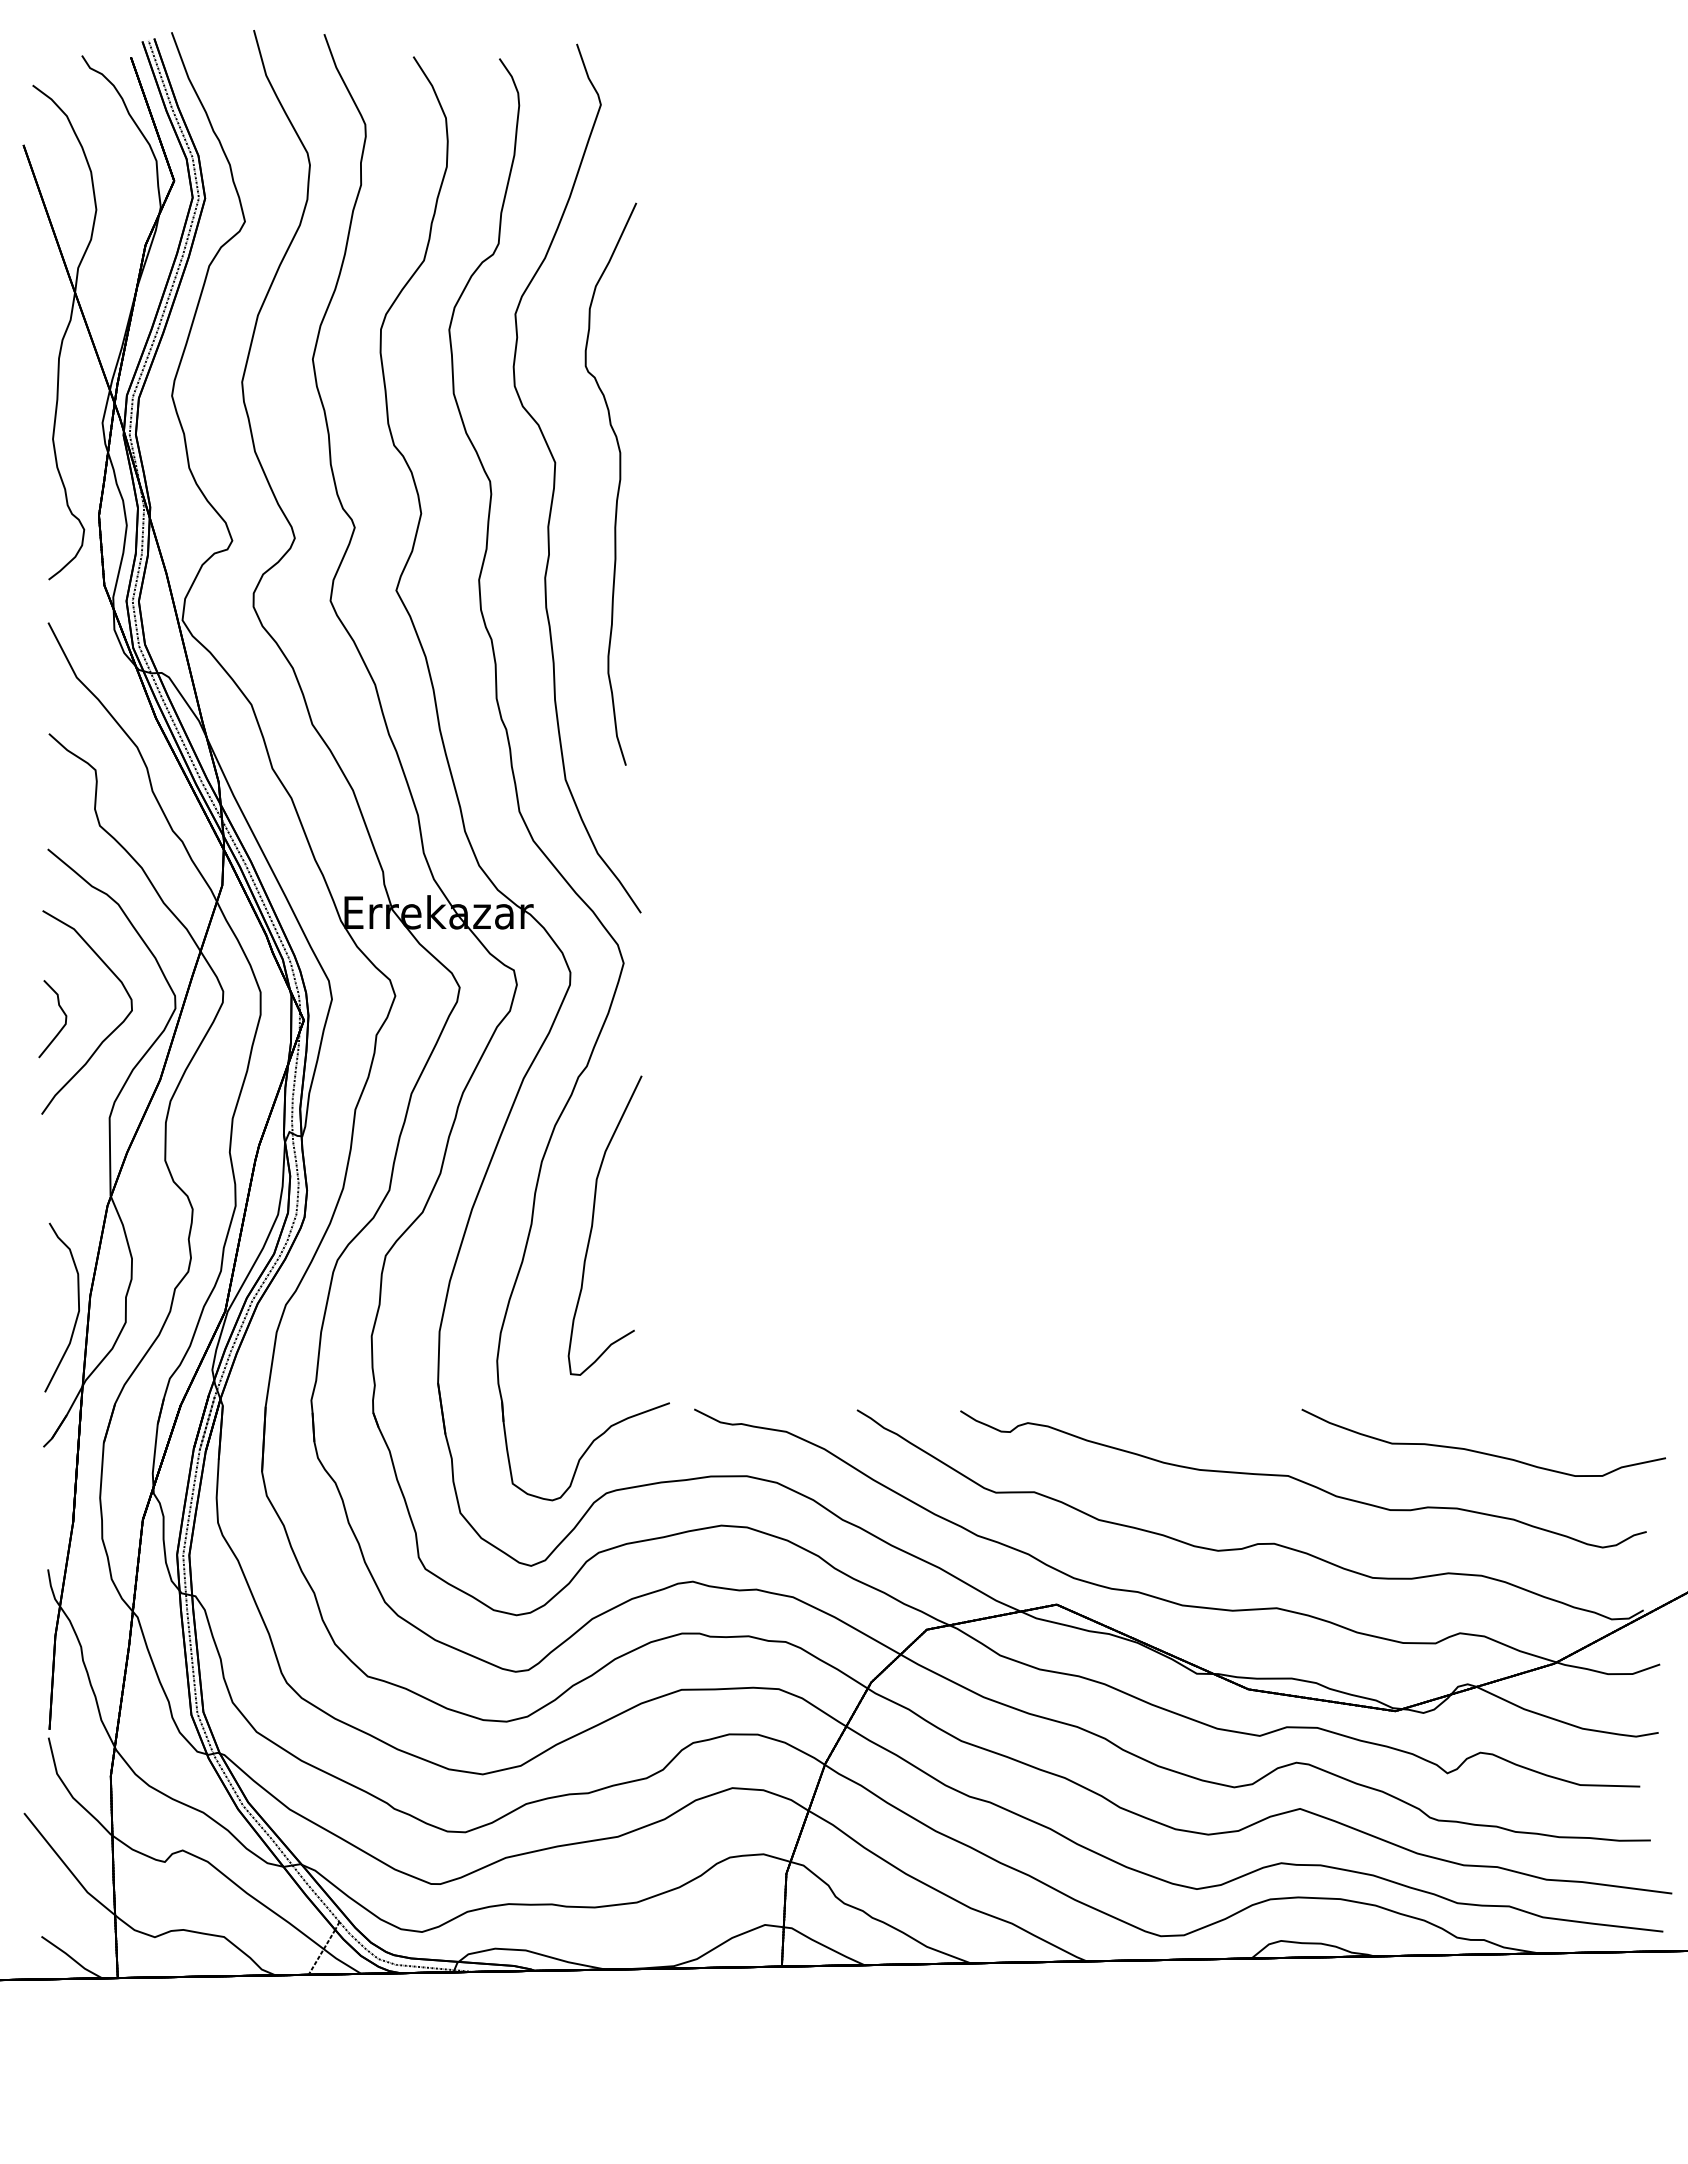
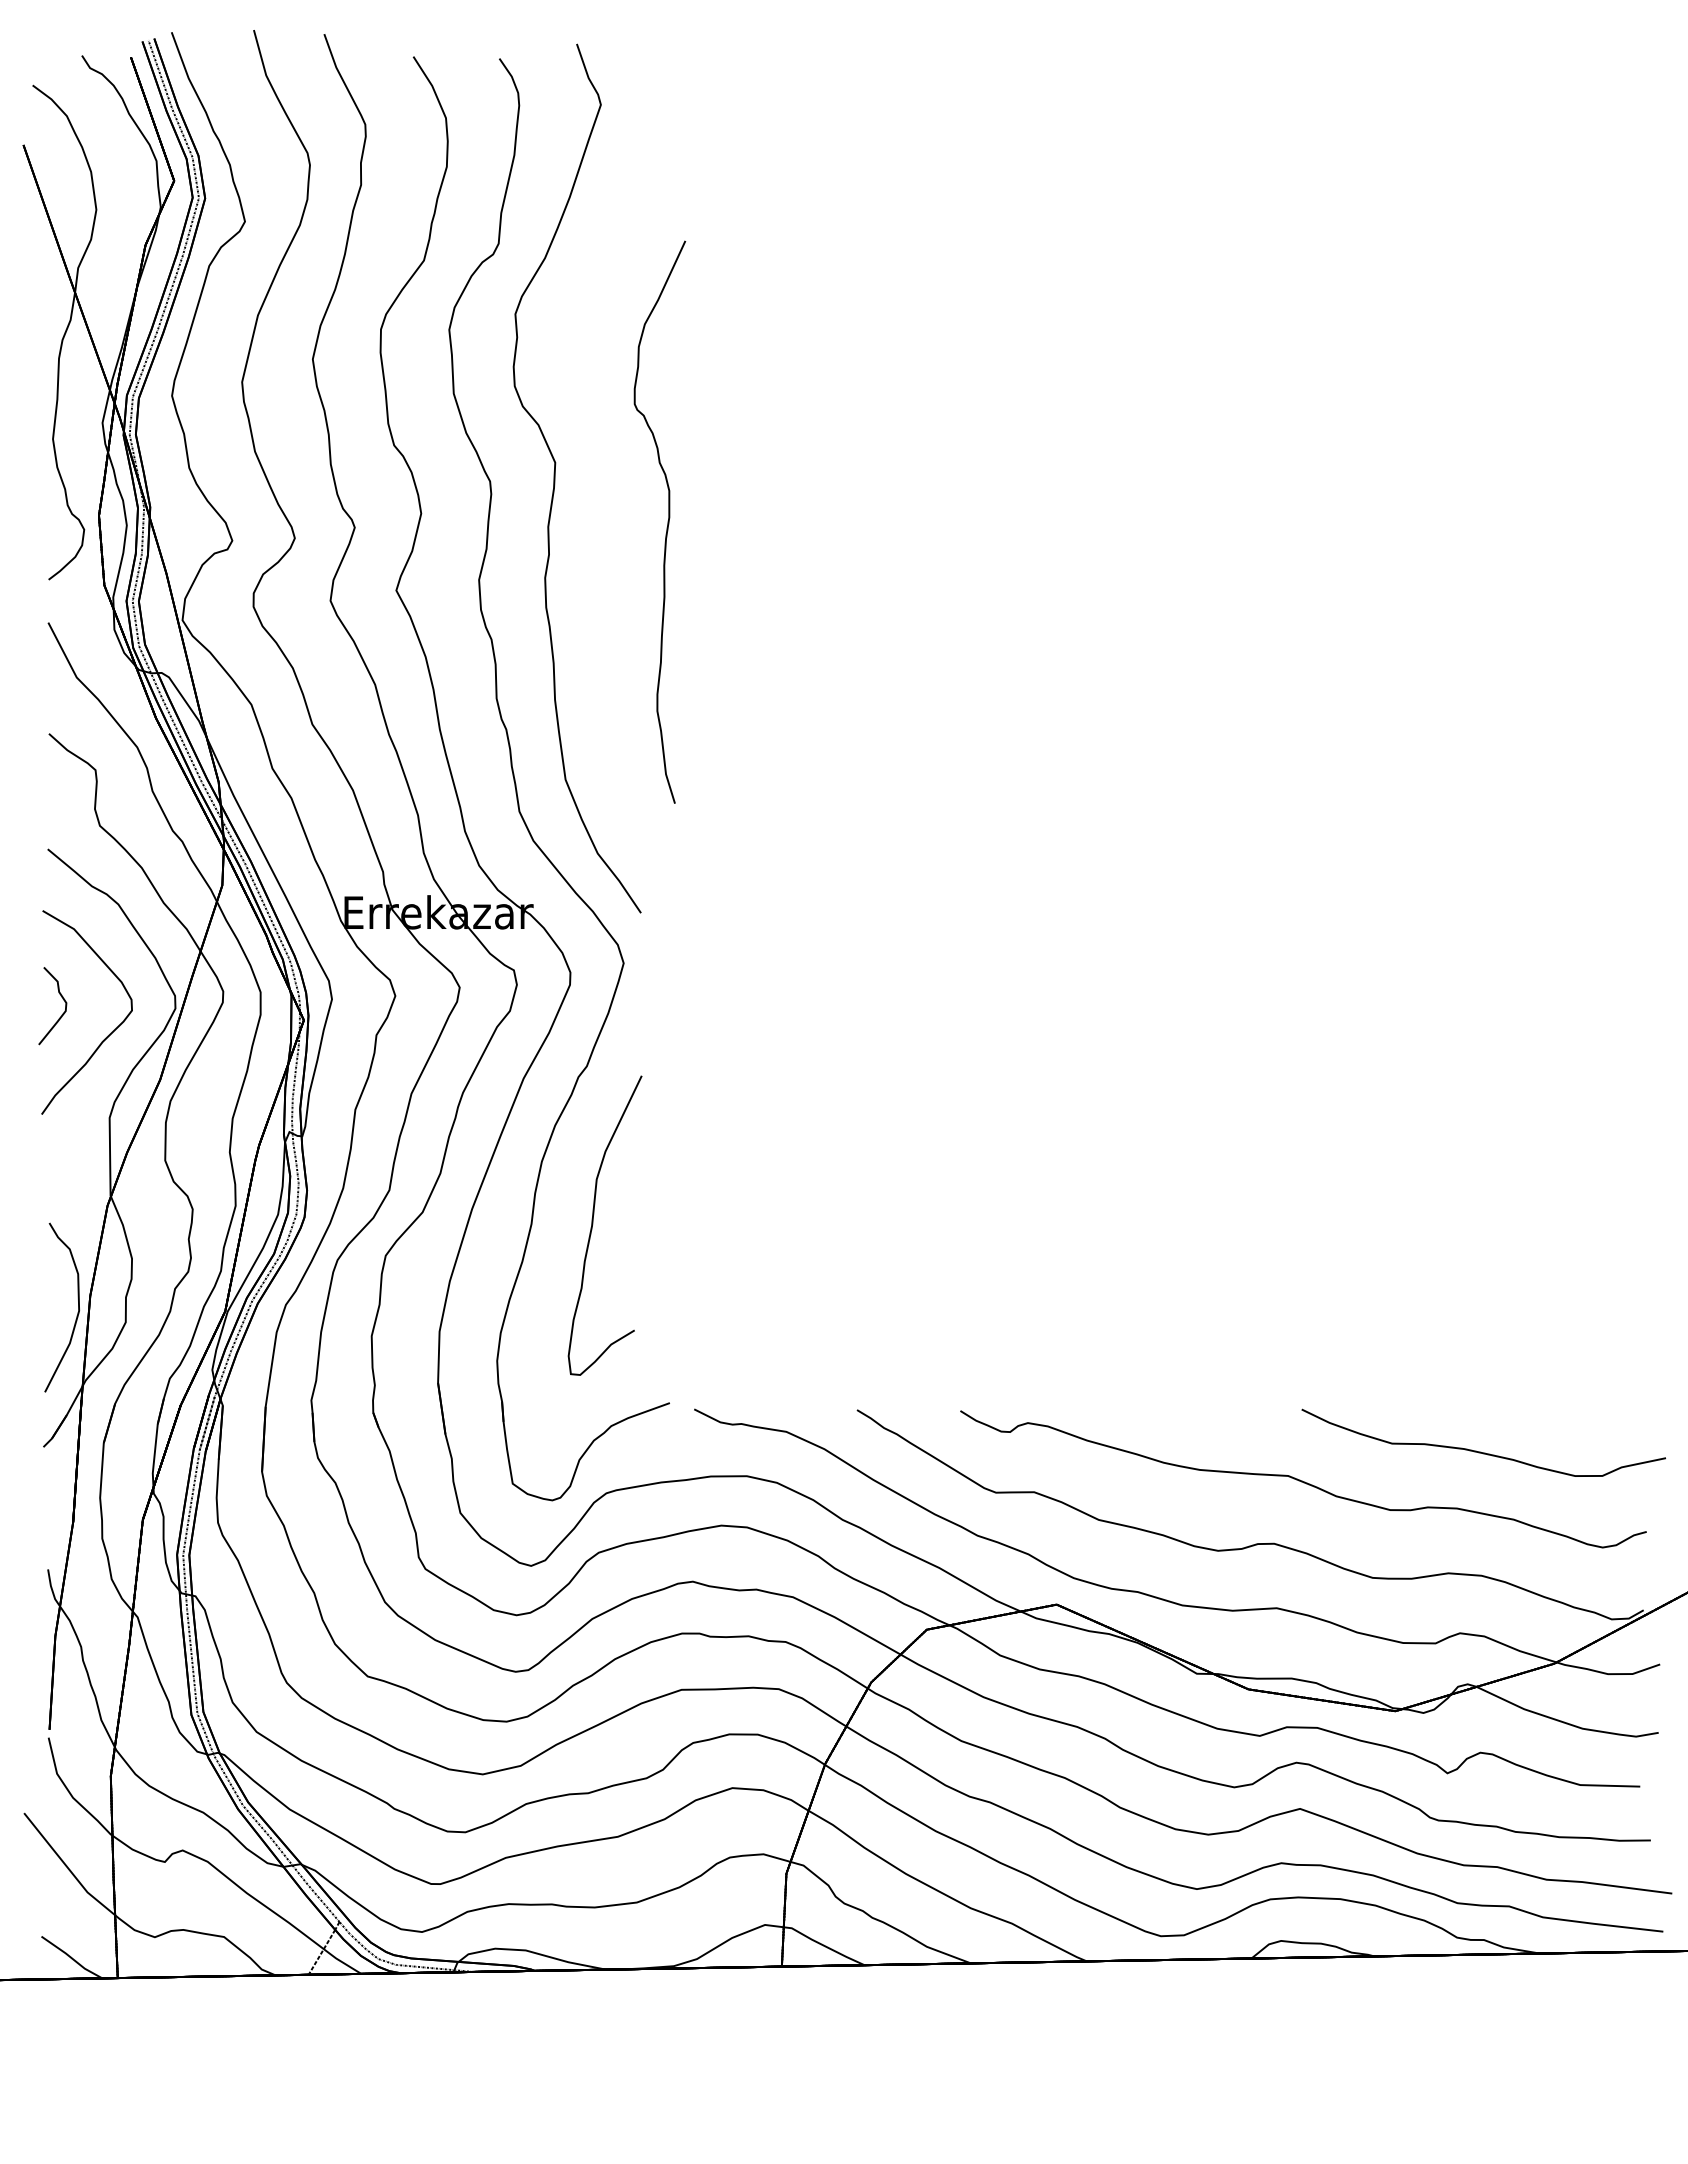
part at (618, 483) position: (618, 483) -> (667, 521)
part at (61, 1027) position: (61, 1027) -> (61, 1014)
